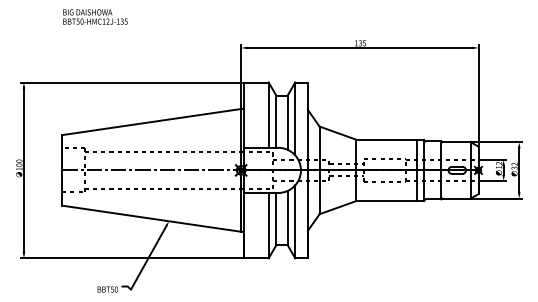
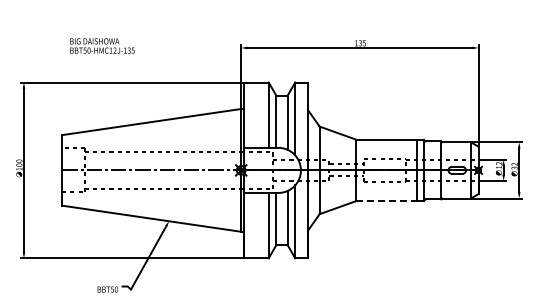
text at (95, 16) position: (95, 16) -> (102, 45)
line at (387, 201): solid -> dashed
